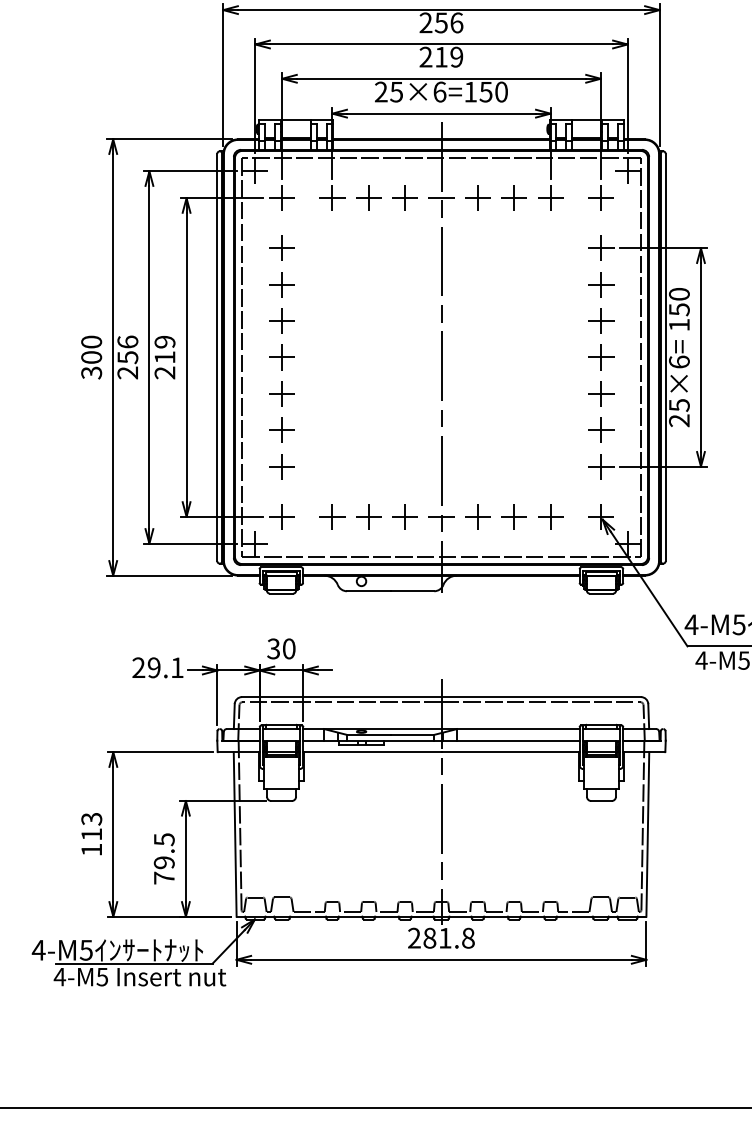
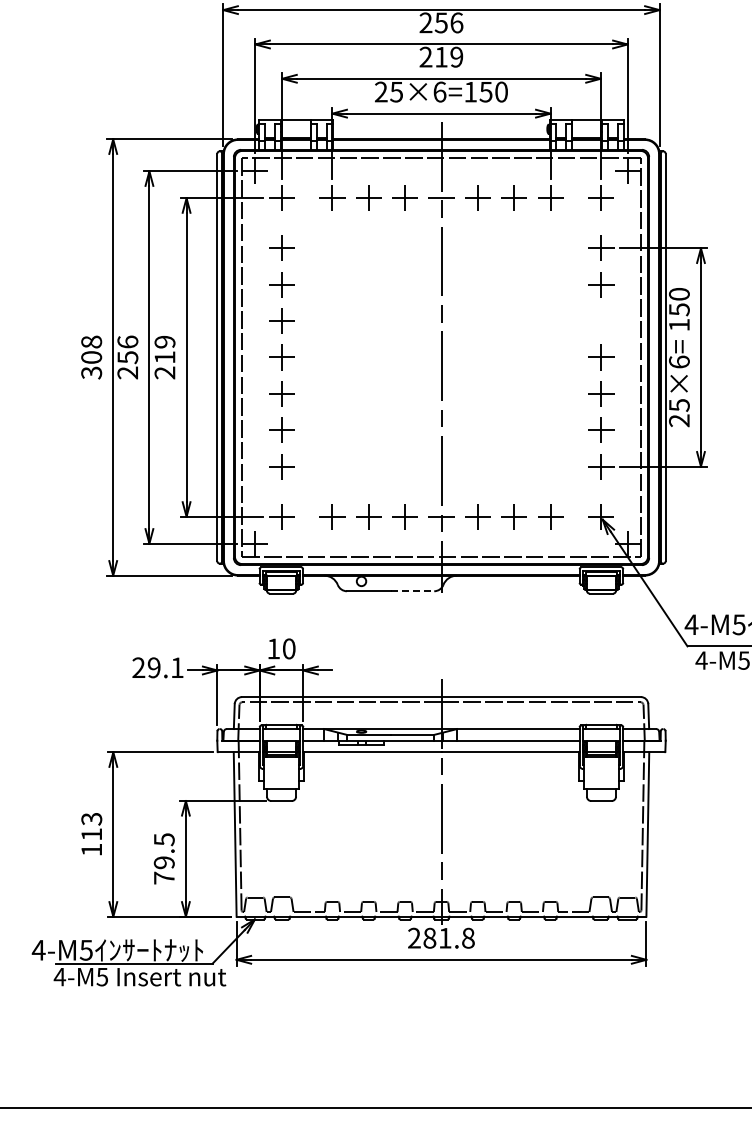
part at (601, 320): present -> none
text at (91, 341): 300 -> 308
line at (412, 591): solid -> dashed
text at (273, 648): 30 -> 10
